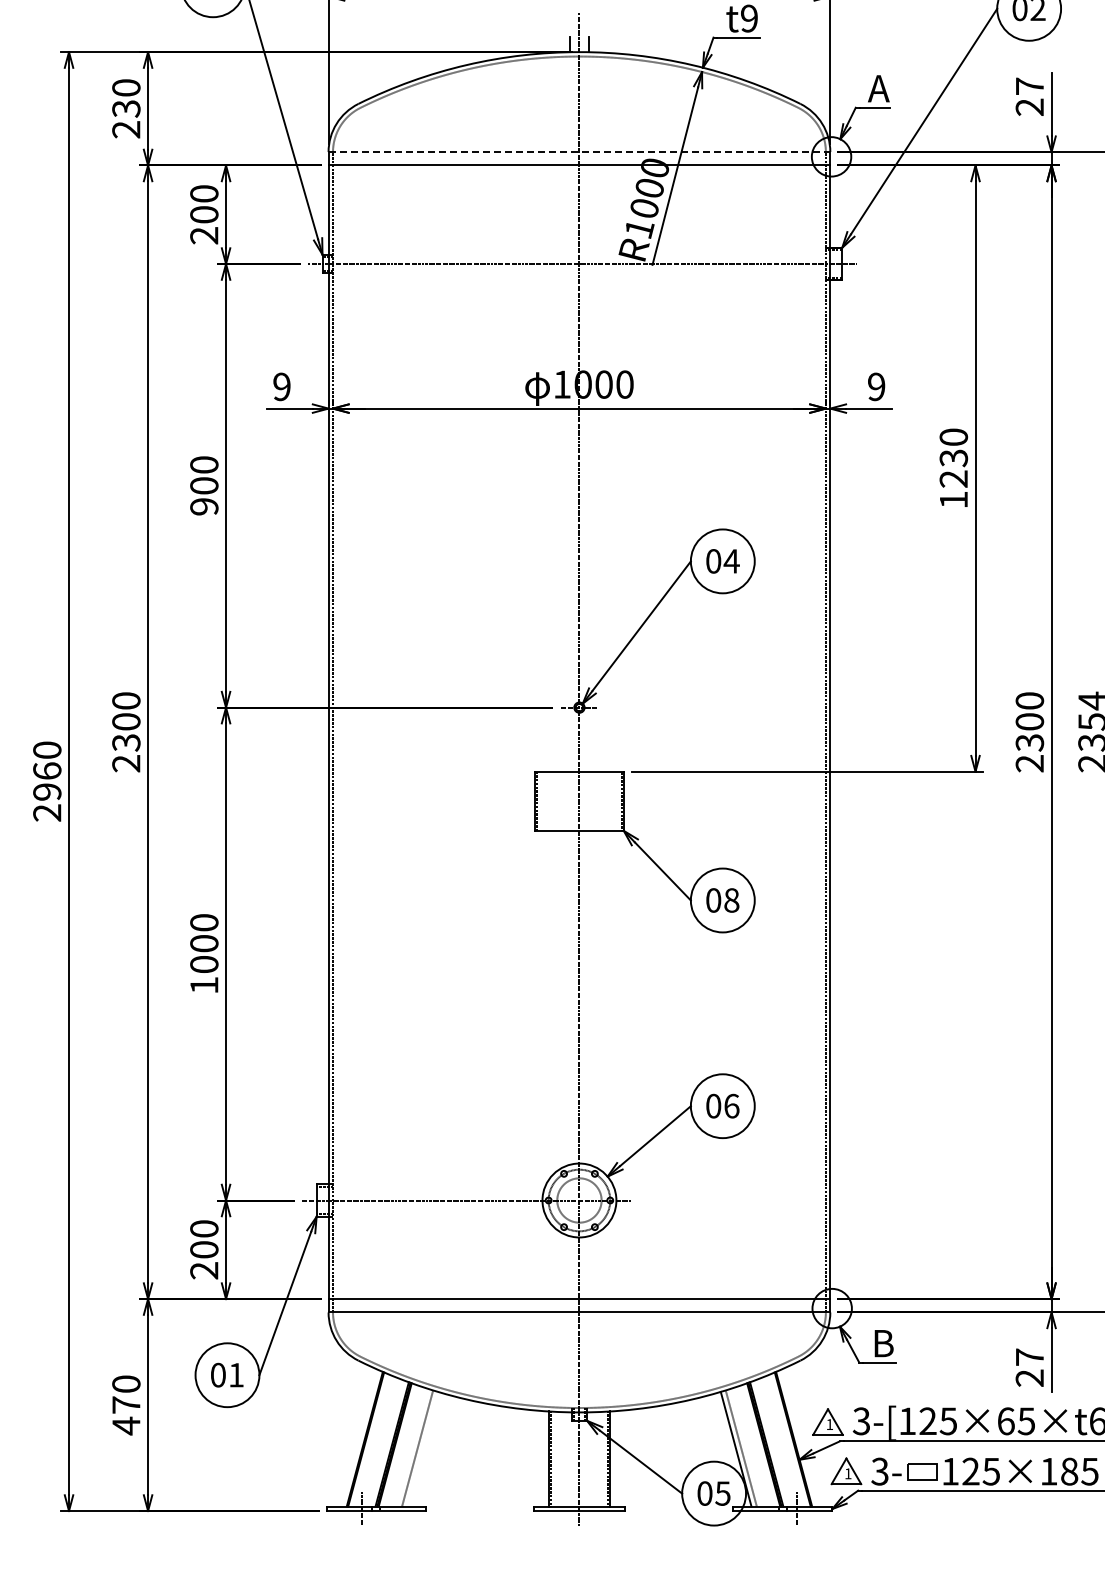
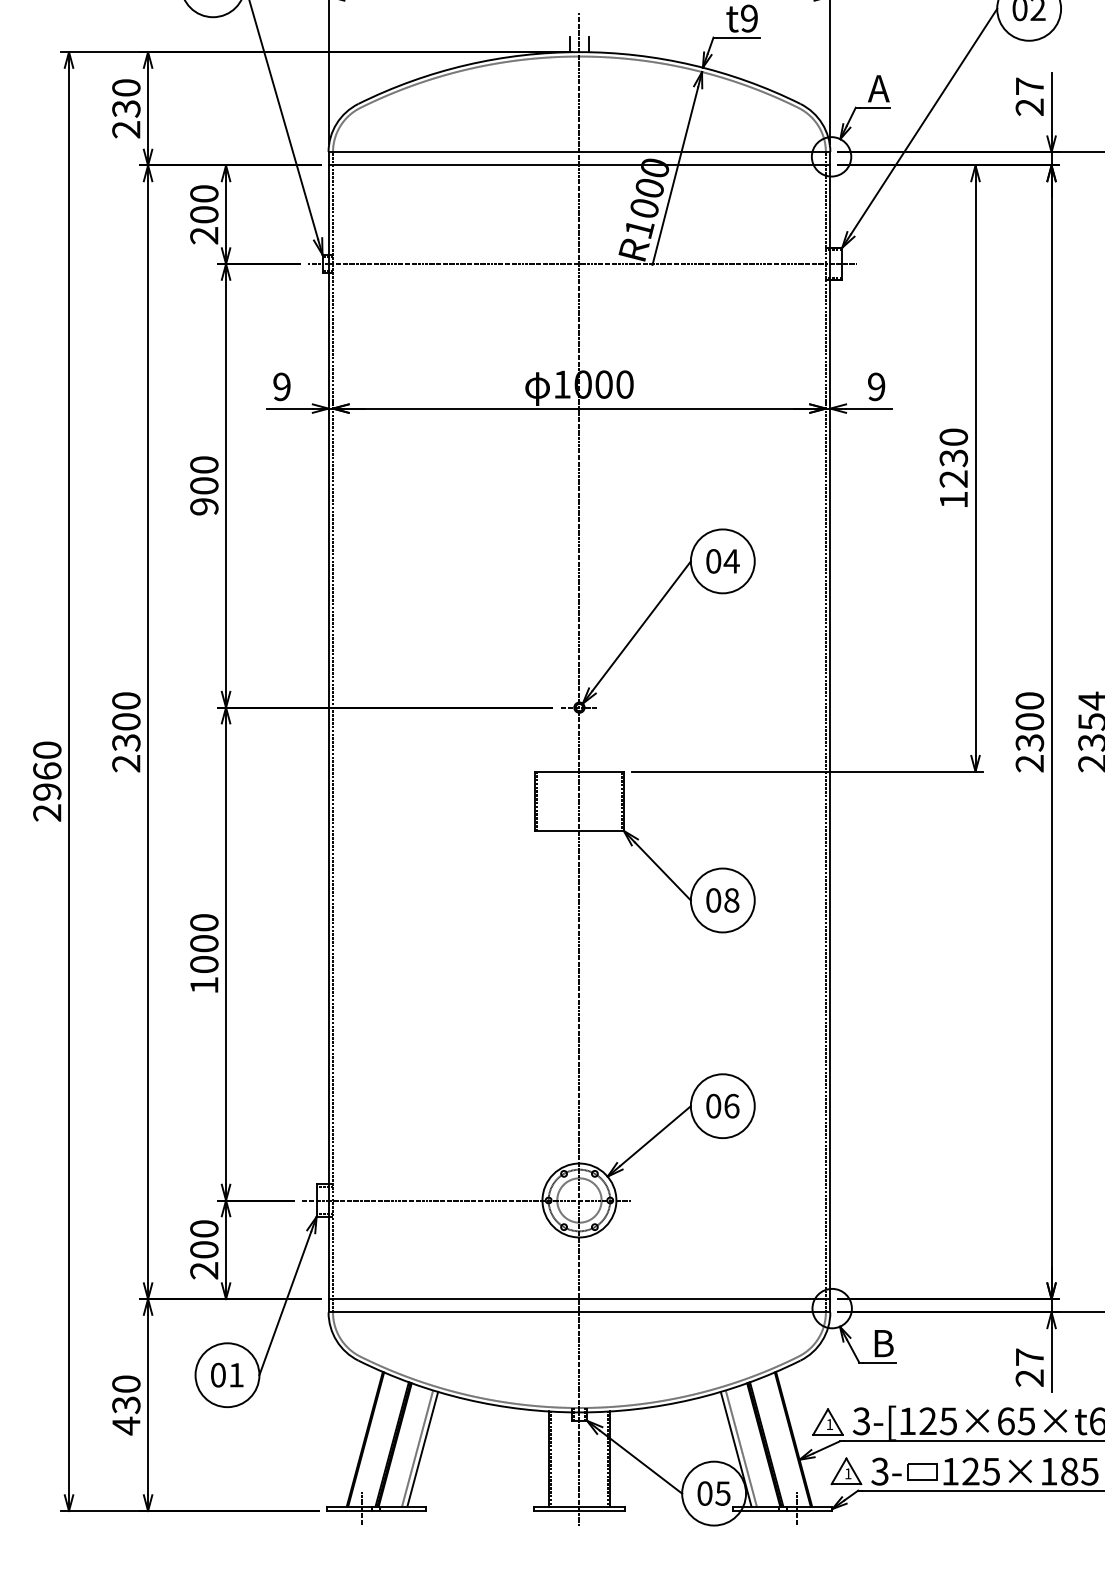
line at (579, 152): dashed -> solid
text at (126, 1405): 470 -> 430
line at (422, 1448): none -> present
